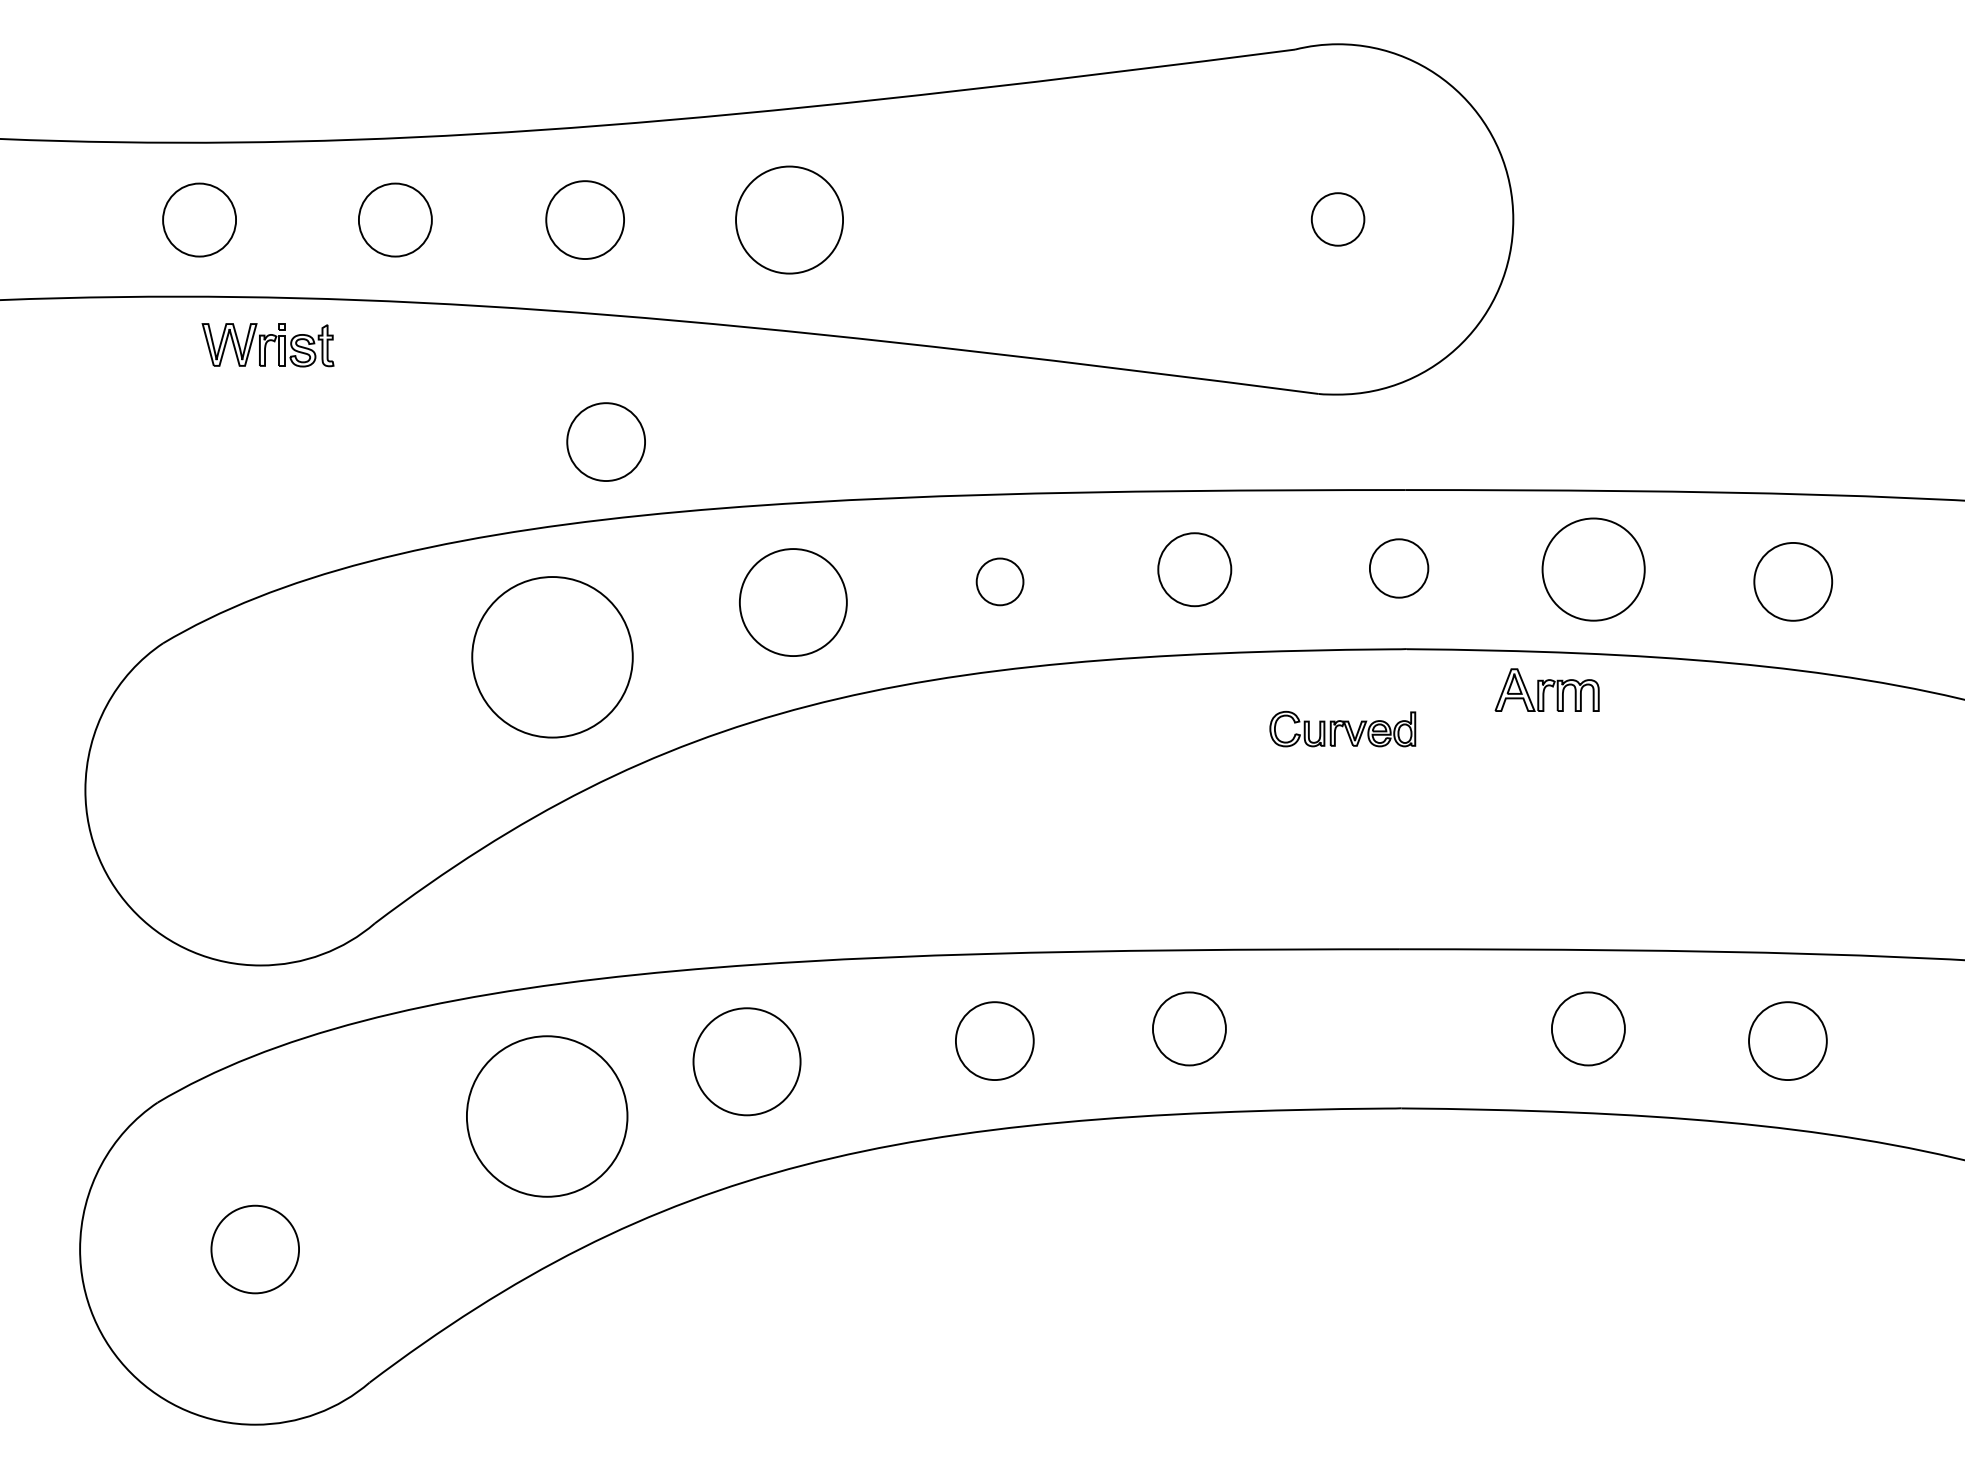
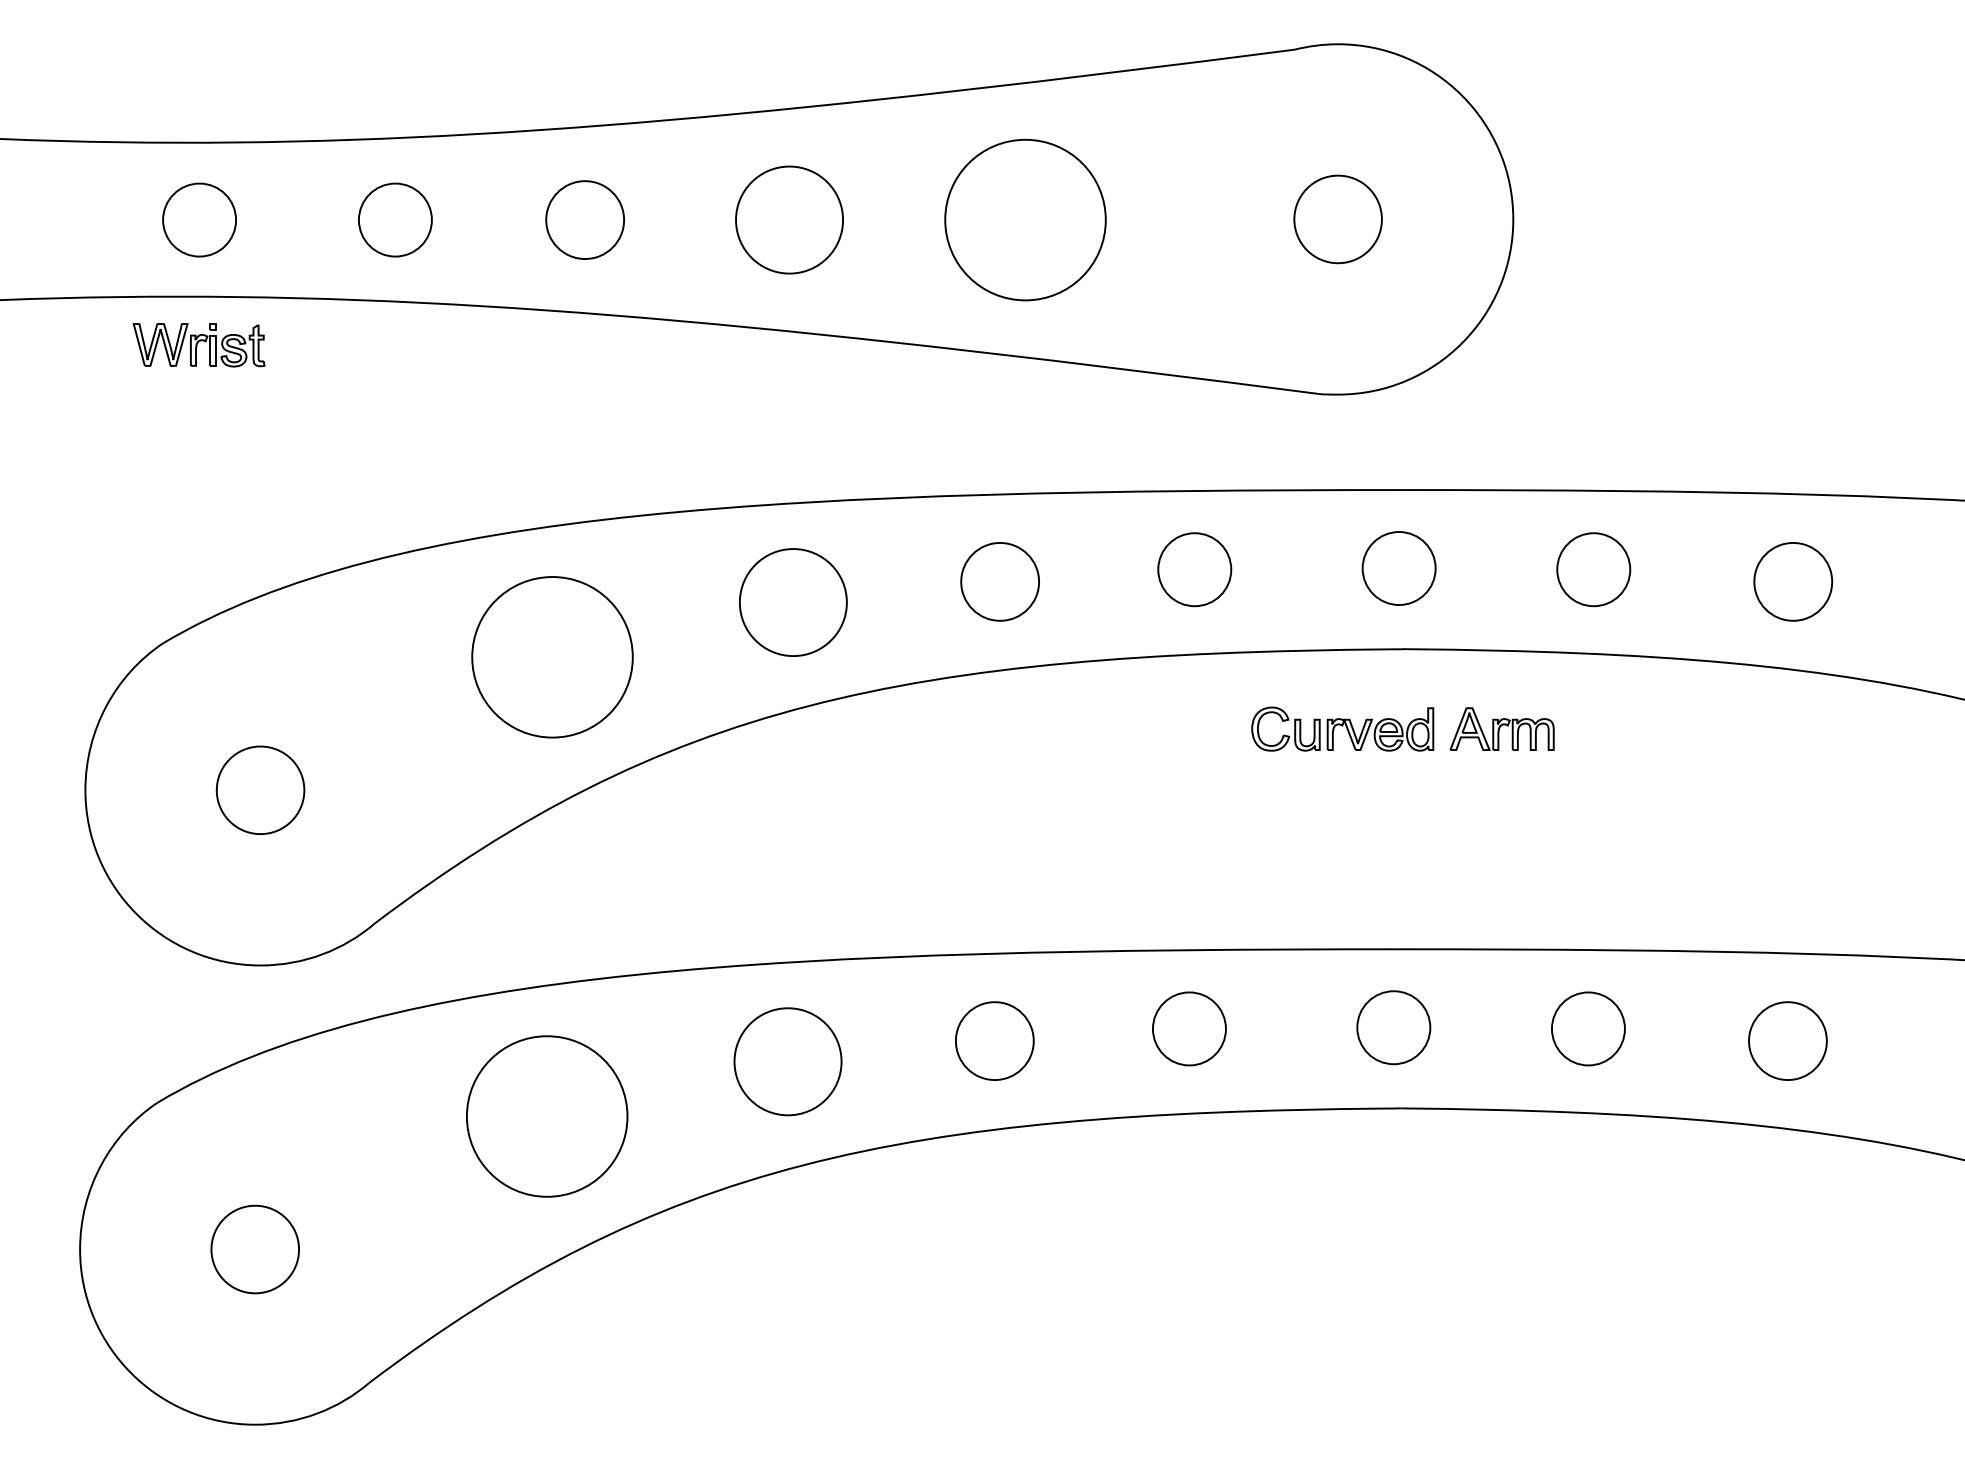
part at (1025, 219): none -> present
part at (1337, 219) size: 56x55 px -> 90x91 px
part at (267, 345) position: (267, 345) -> (198, 345)
part at (605, 441): present -> none
part at (1399, 568) size: 61x61 px -> 76x75 px
part at (1593, 569) size: 105x105 px -> 76x76 px
part at (999, 581) size: 50x50 px -> 80x80 px
part at (1546, 689) position: (1546, 689) -> (1501, 728)
part at (1342, 728) size: 148x38 px -> 184x46 px
part at (260, 789): none -> present
part at (1393, 1027): none -> present
part at (746, 1061) position: (746, 1061) -> (787, 1061)
